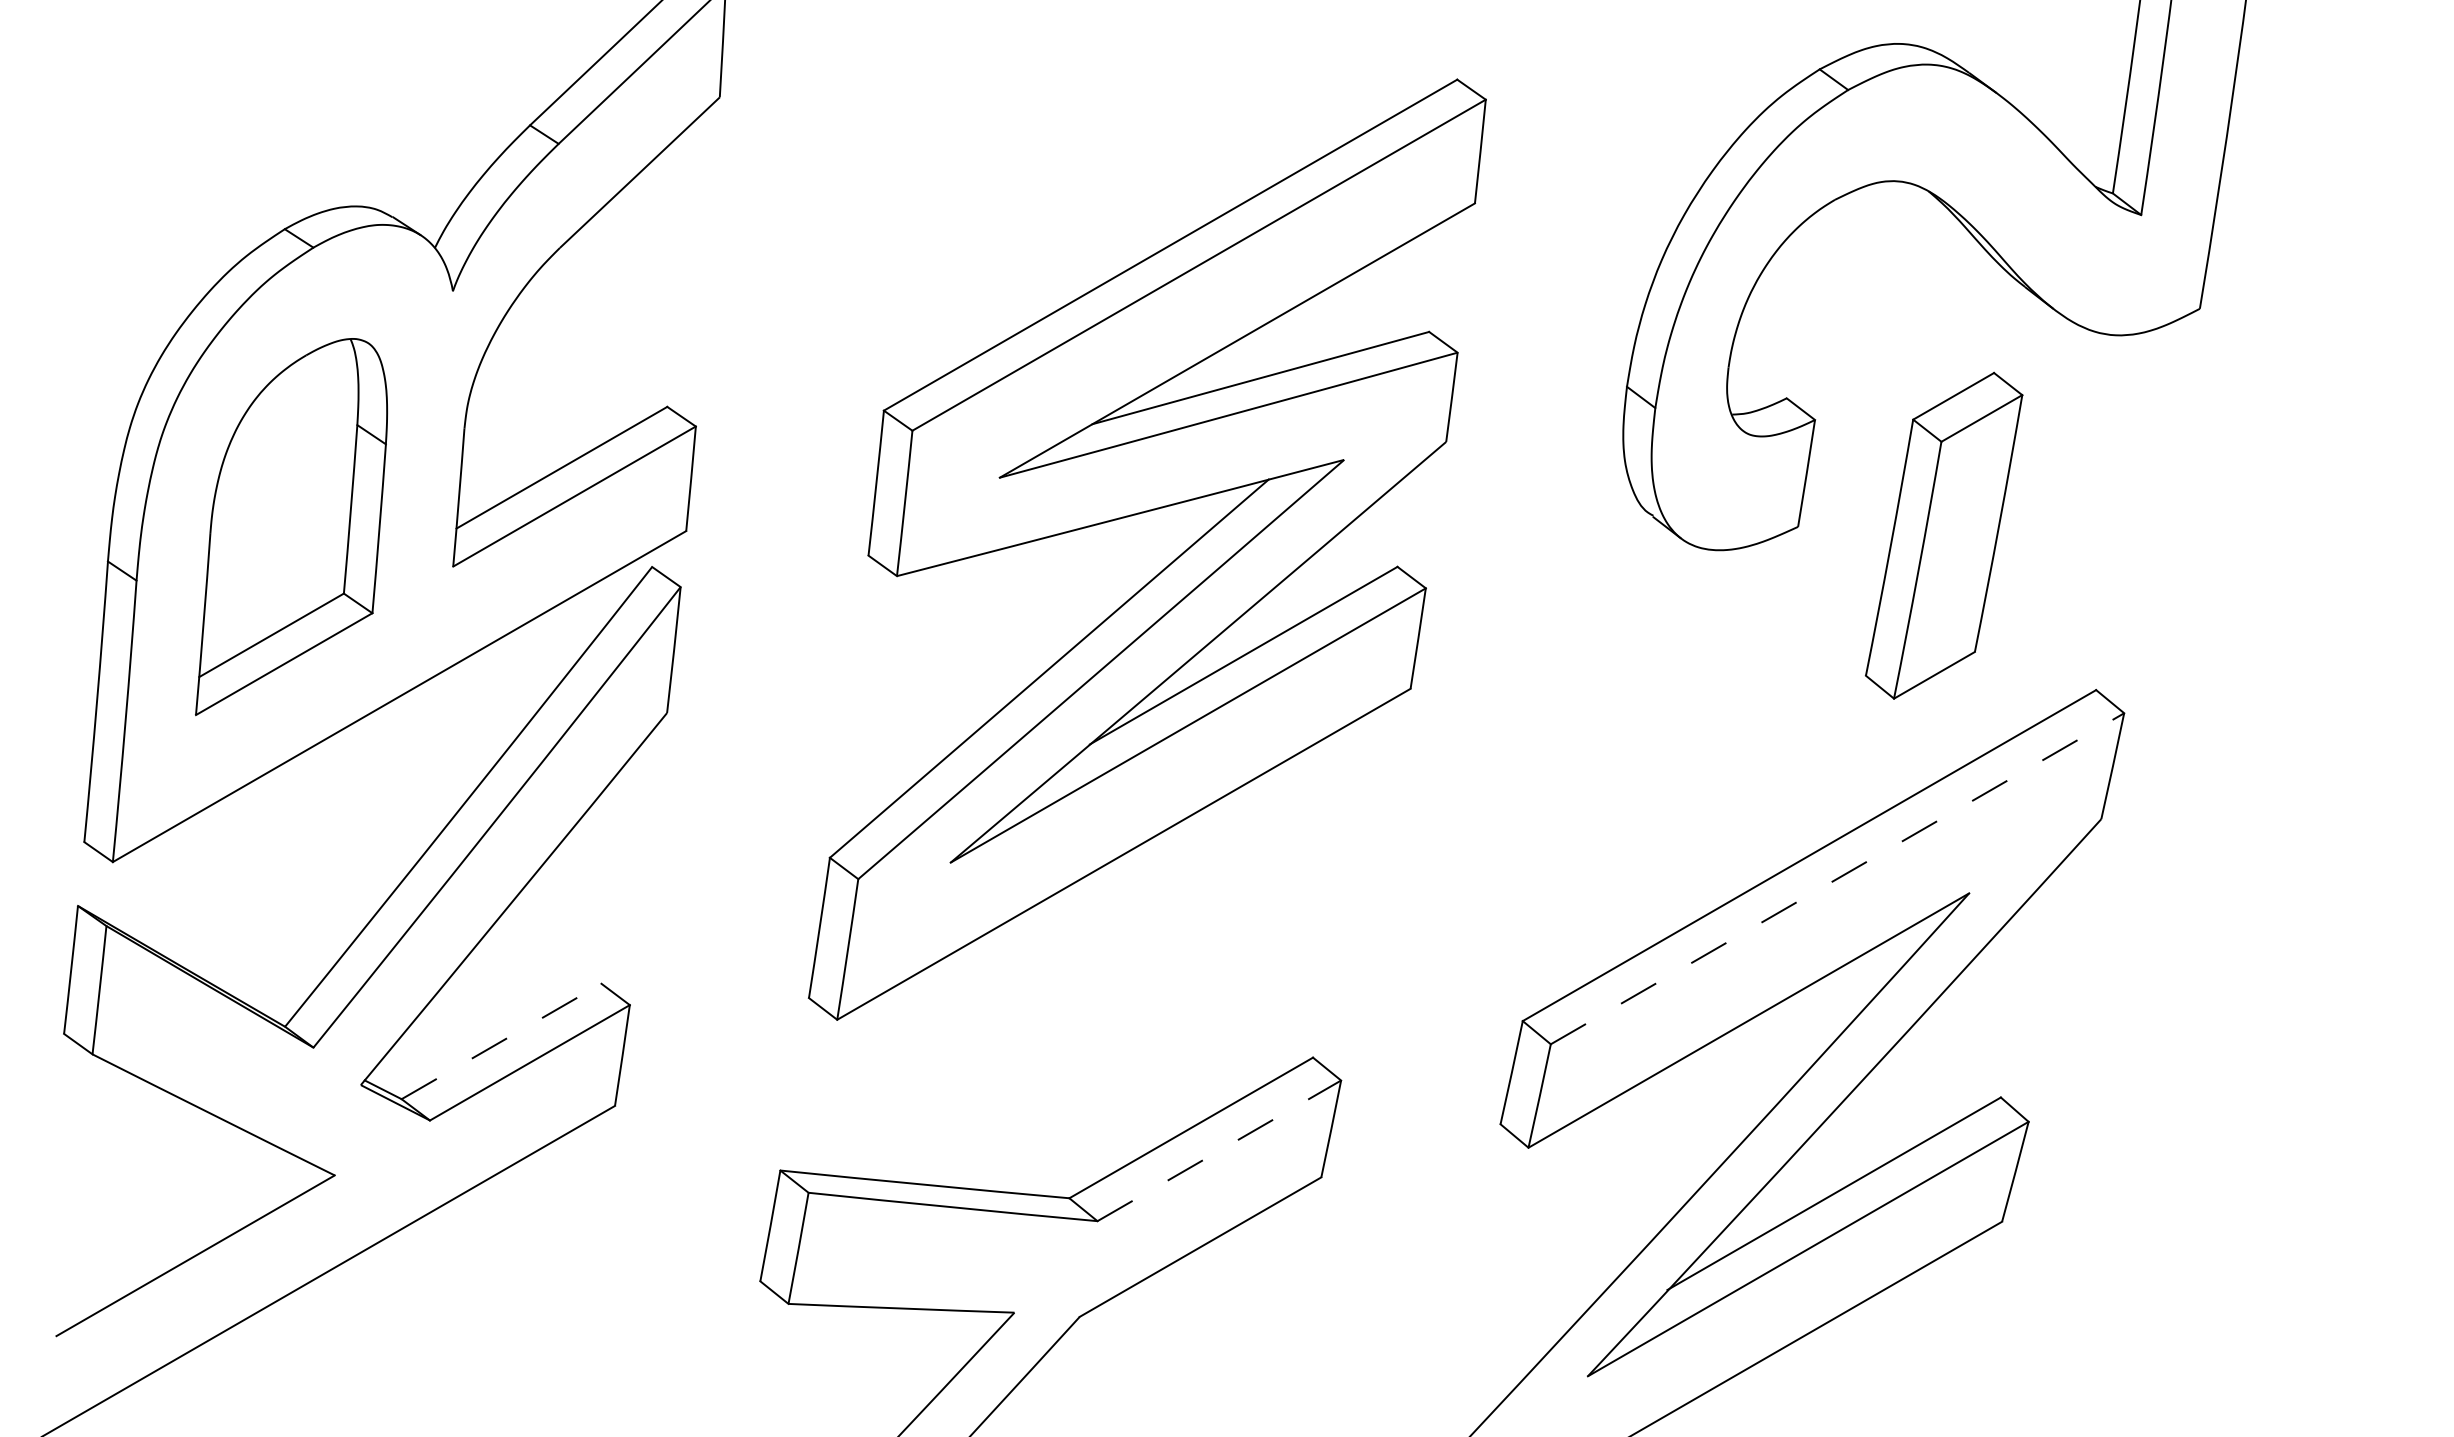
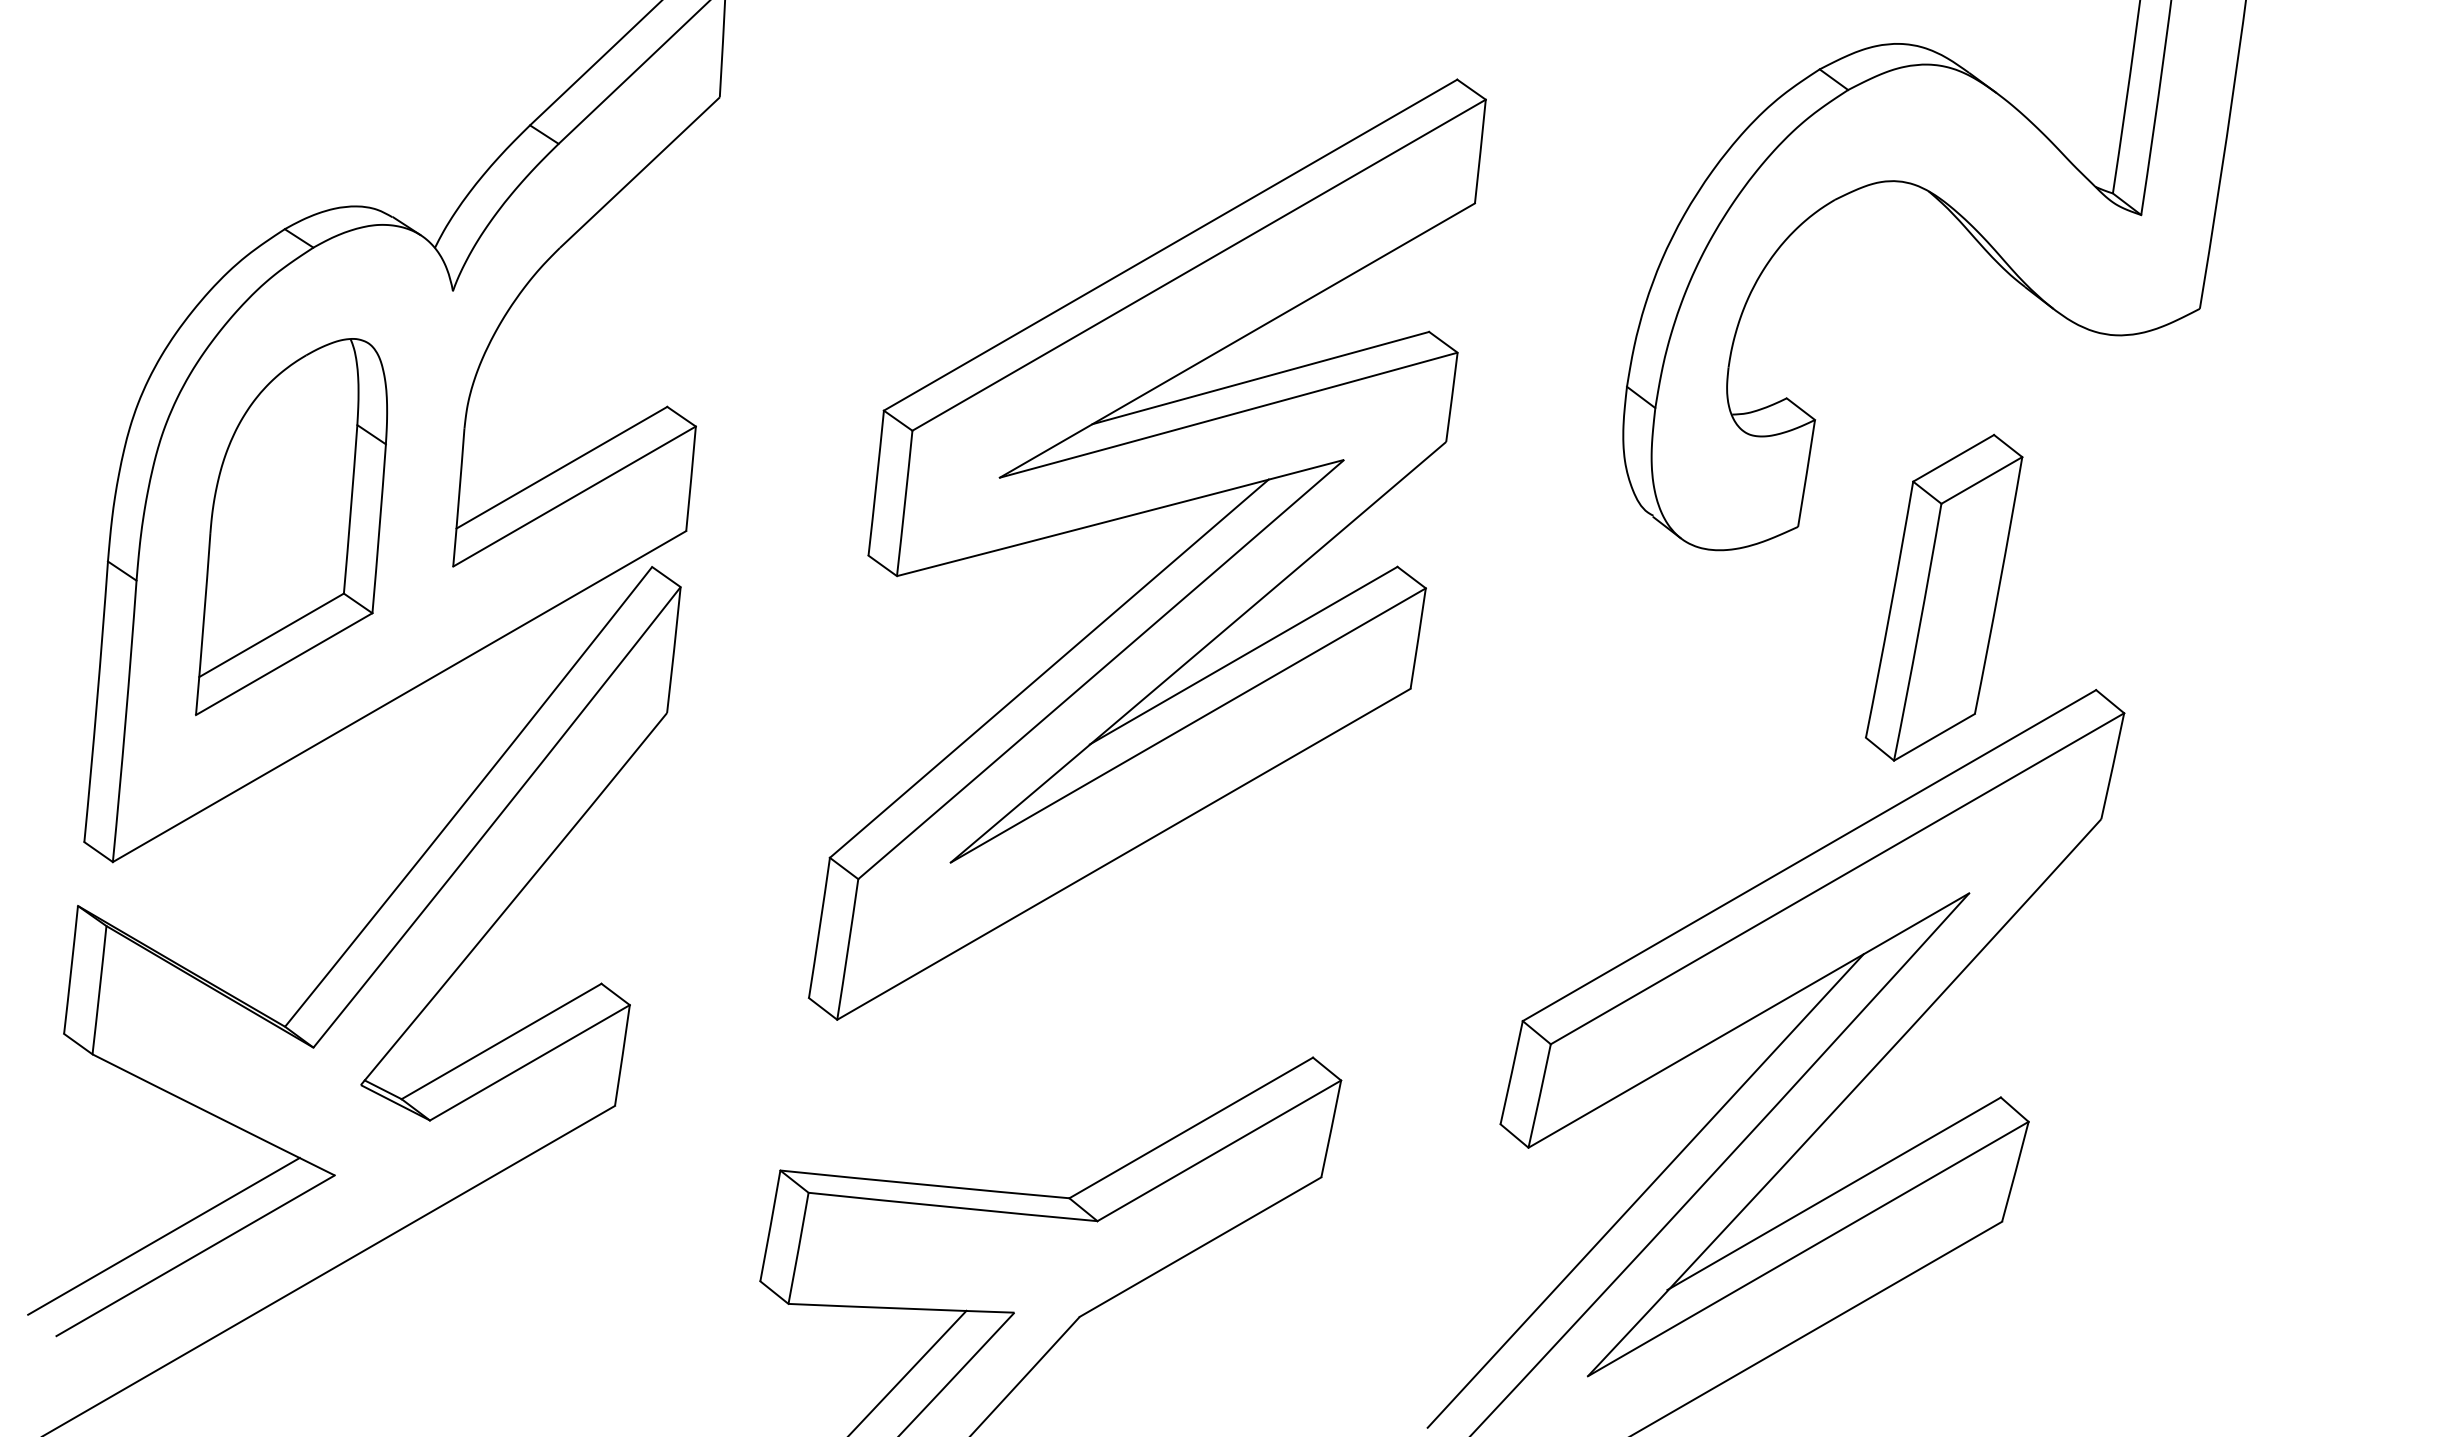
part at (1944, 535) position: (1944, 535) -> (1944, 597)
line at (1837, 878): dashed -> solid
line at (502, 1041): dashed -> solid
line at (1219, 1150): dashed -> solid
line at (1645, 1190): none -> present
line at (163, 1235): none -> present
line at (908, 1371): none -> present
